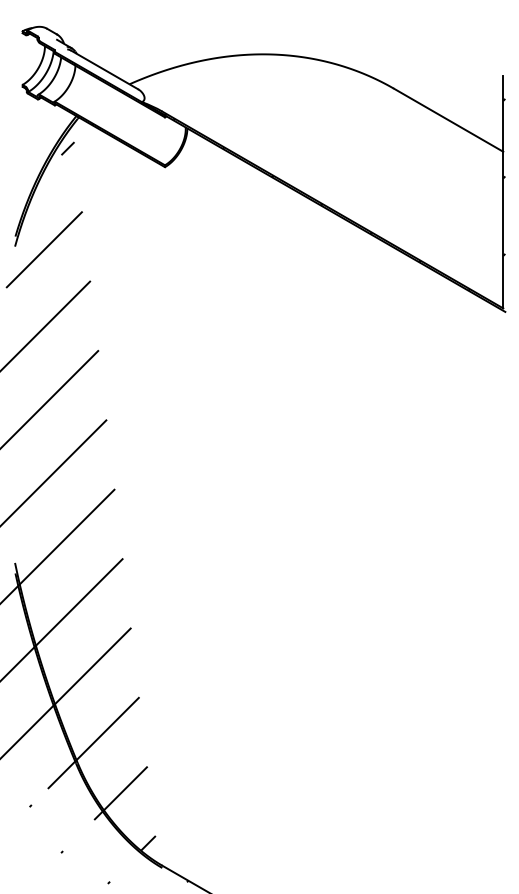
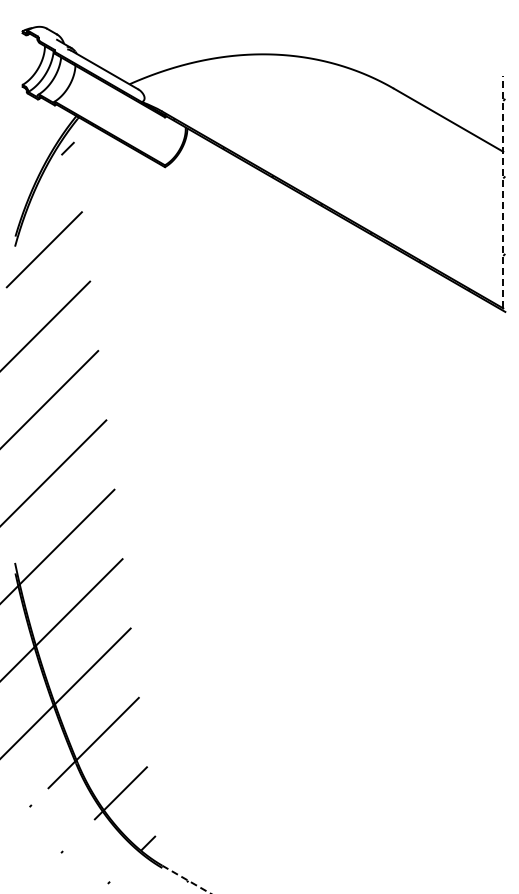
line at (503, 191): solid -> dashed
line at (186, 879): solid -> dashed
